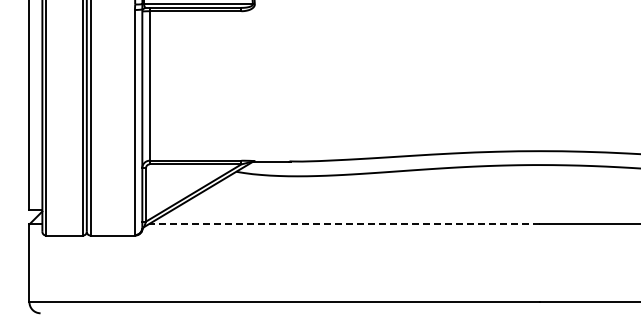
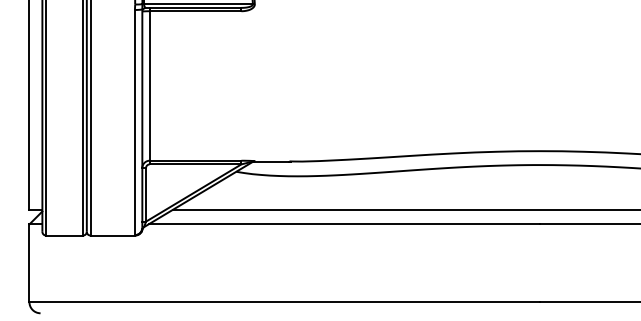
line at (405, 209): none -> present
line at (344, 224): dashed -> solid
